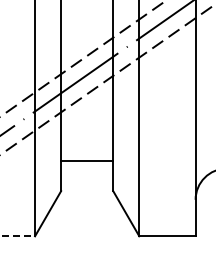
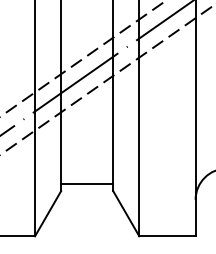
line at (87, 161) position: (87, 161) -> (87, 184)
line at (18, 236): dashed -> solid
